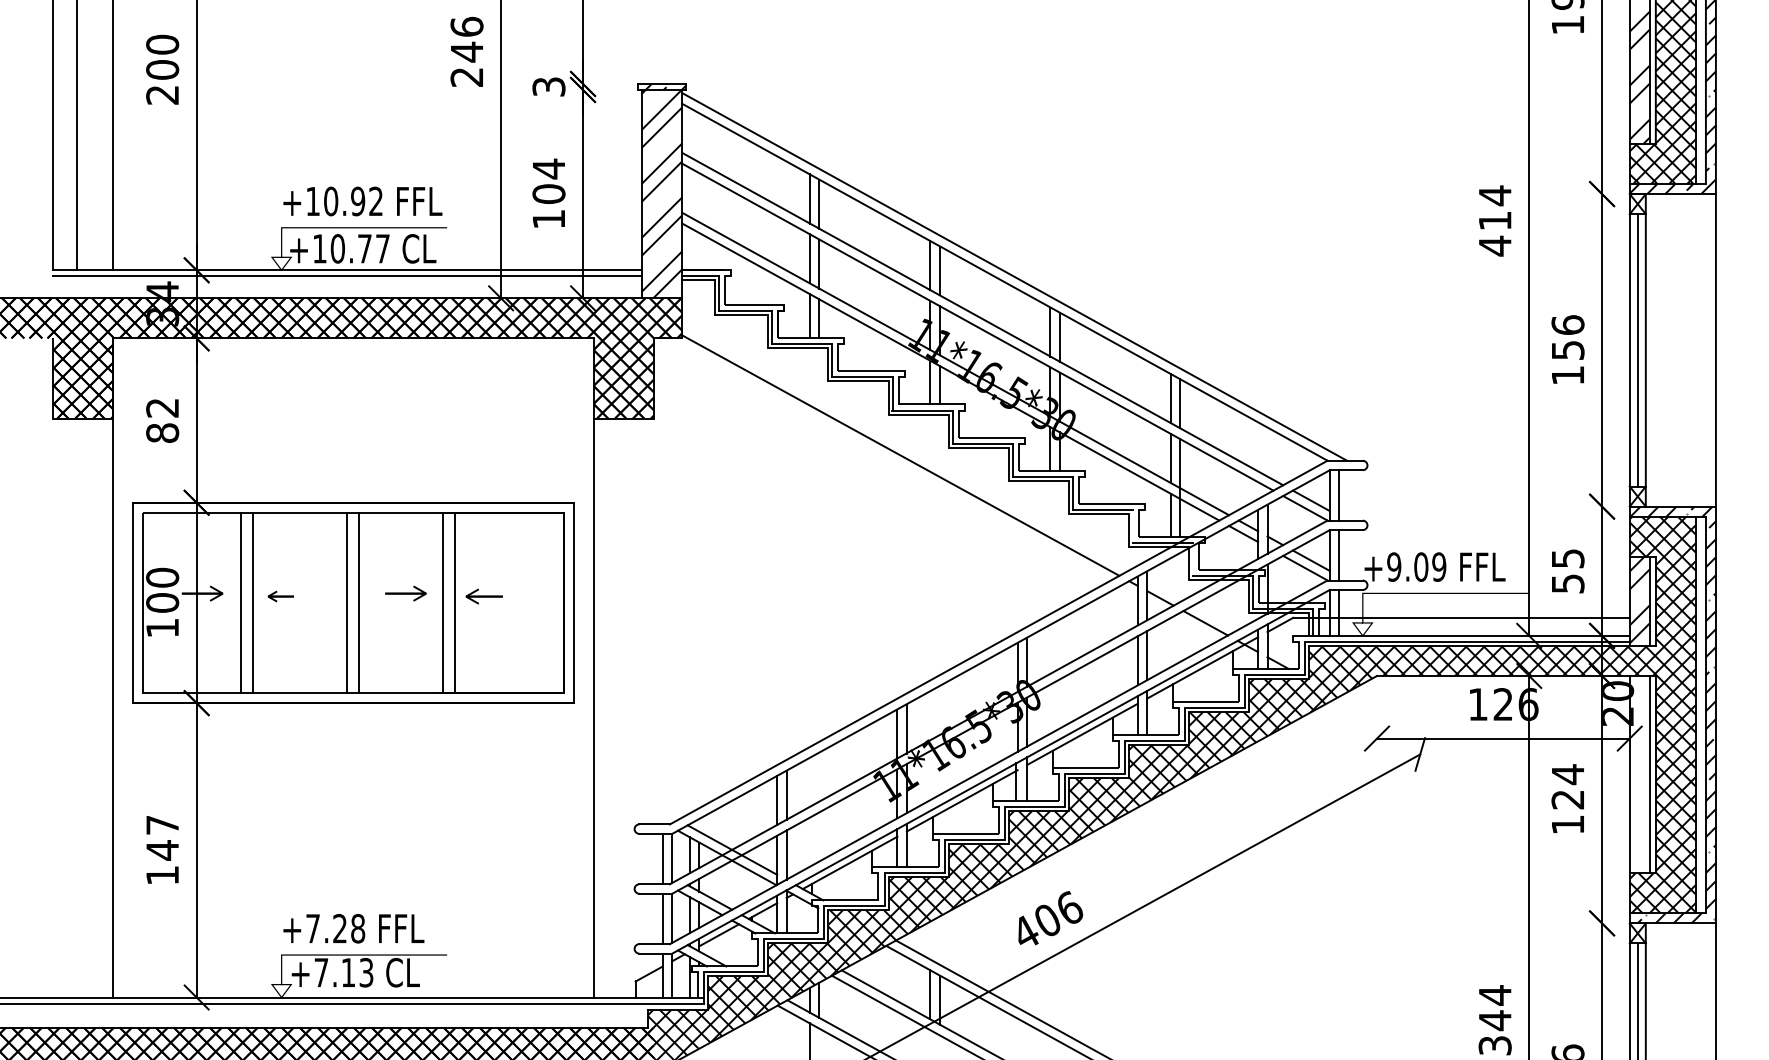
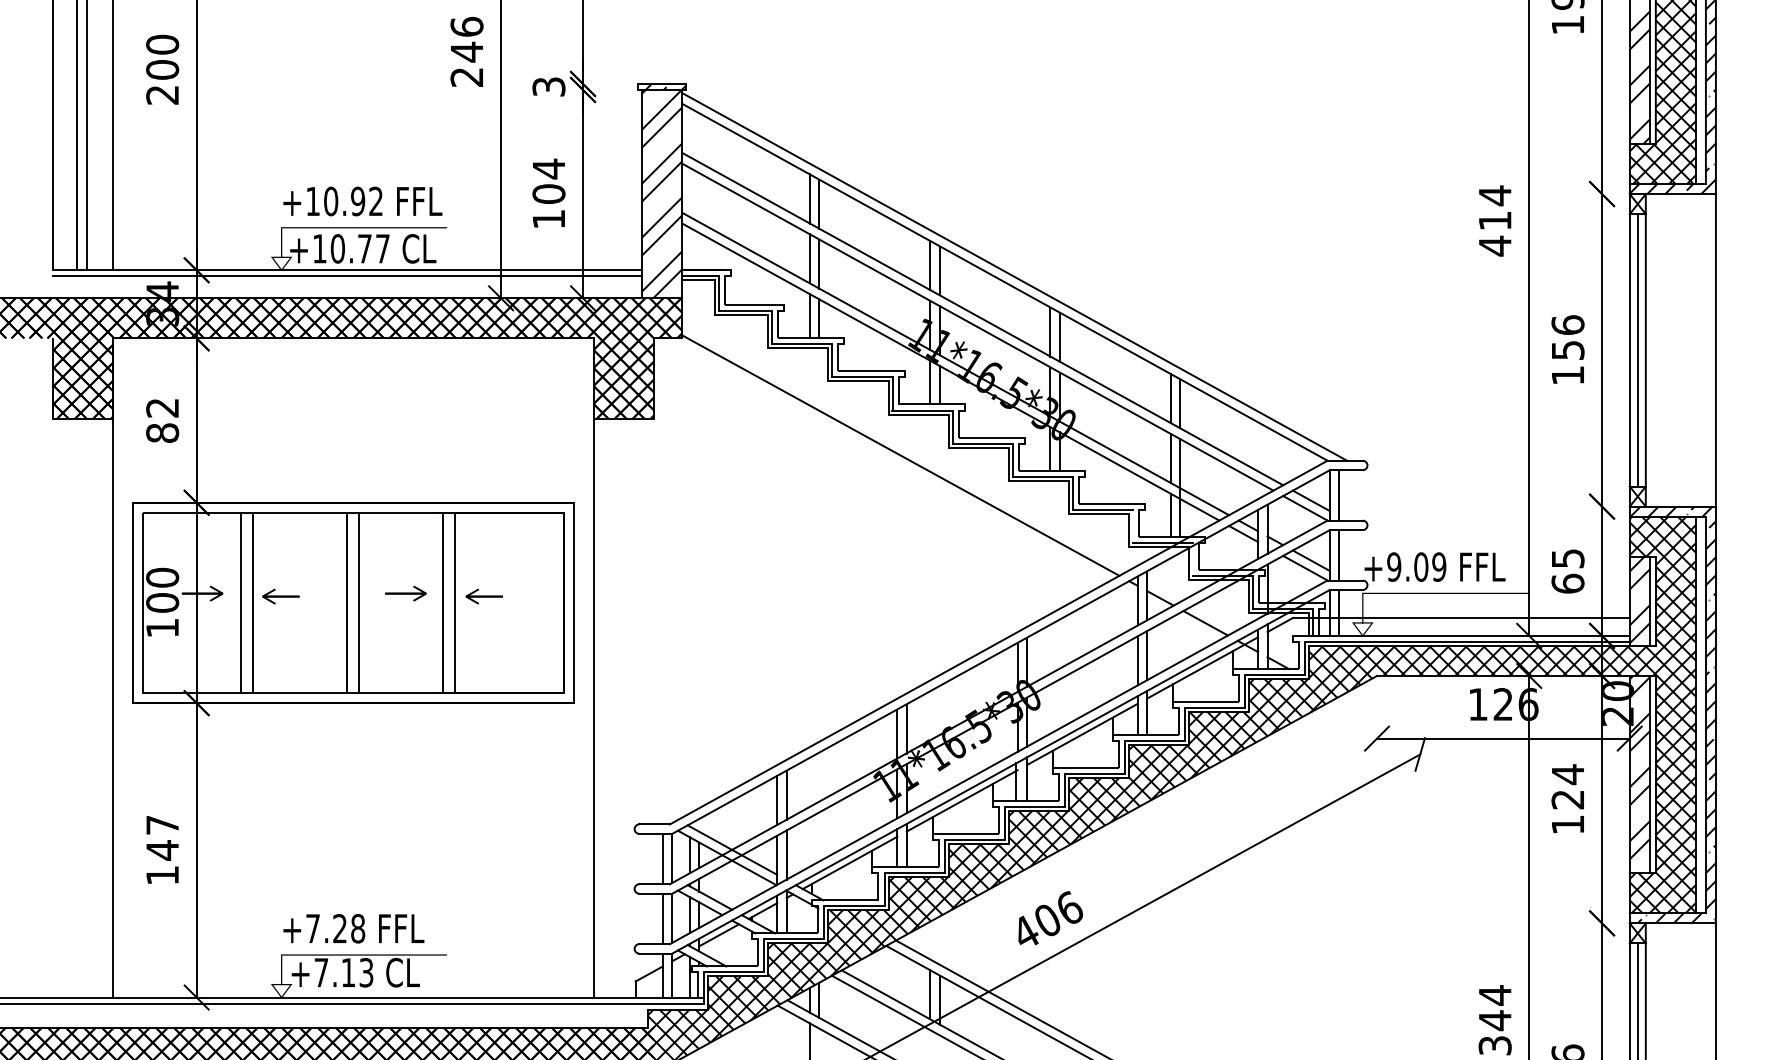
line at (87, 136): none -> present
text at (1567, 583): 55 -> 65
part at (280, 596) size: 27x13 px -> 38x17 px
hatch at (1639, 767): none -> present
